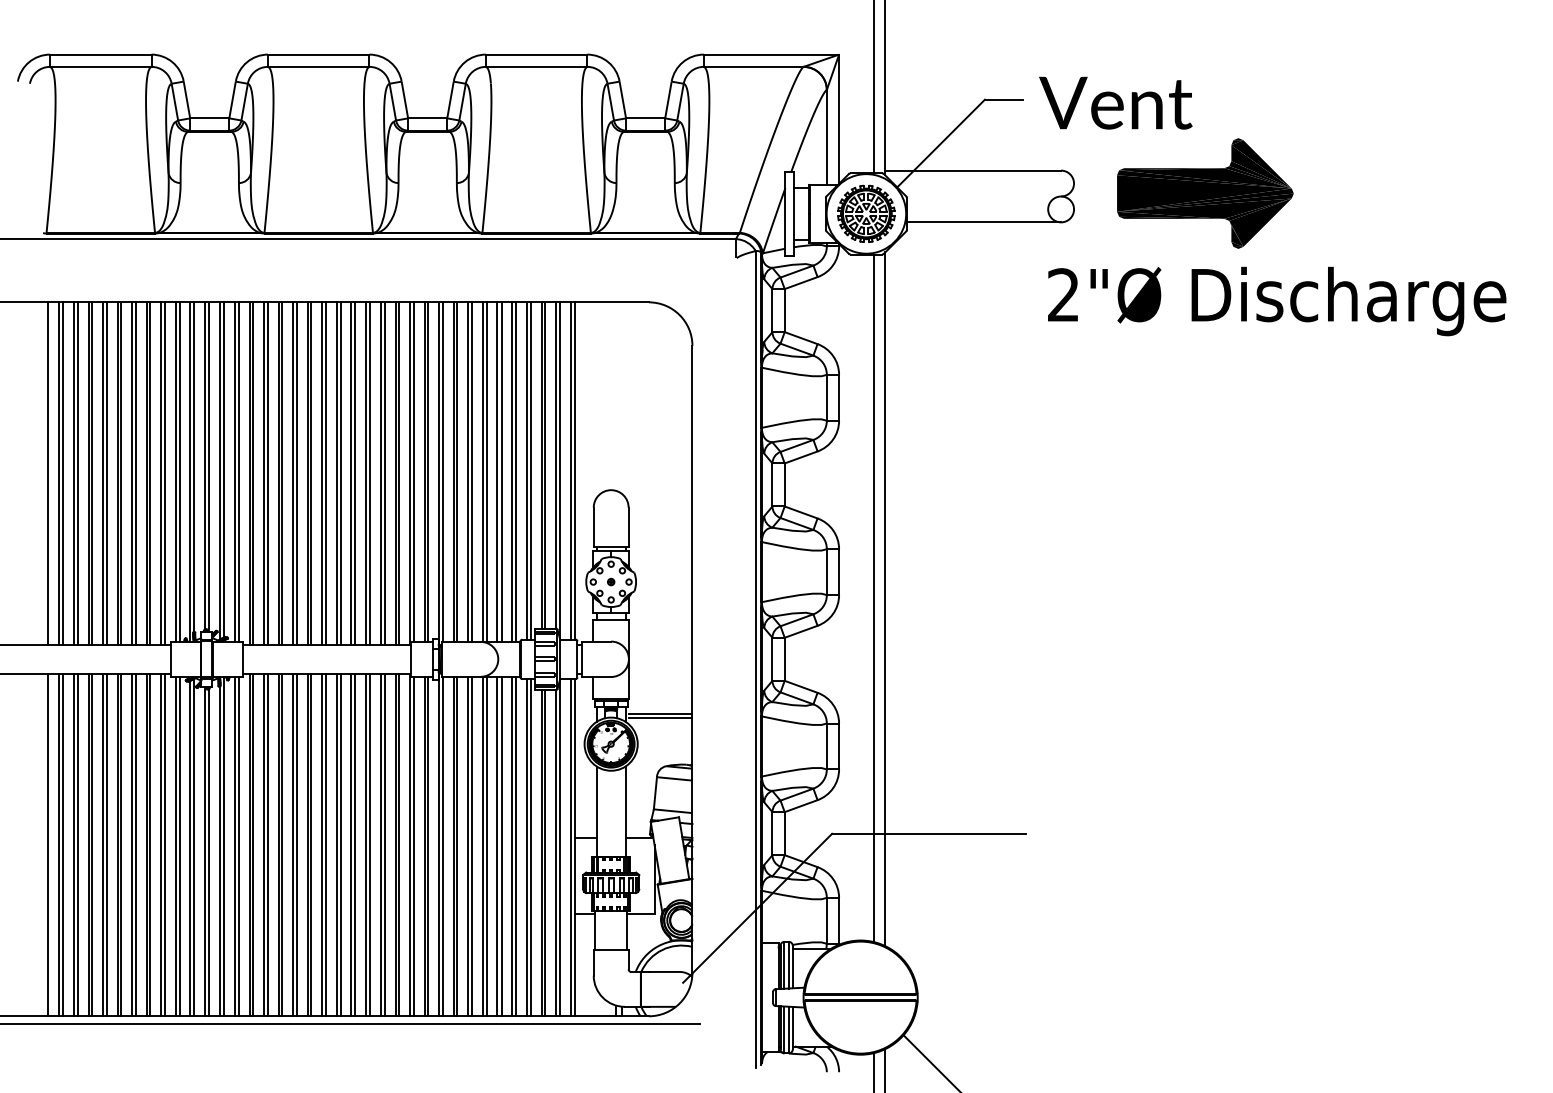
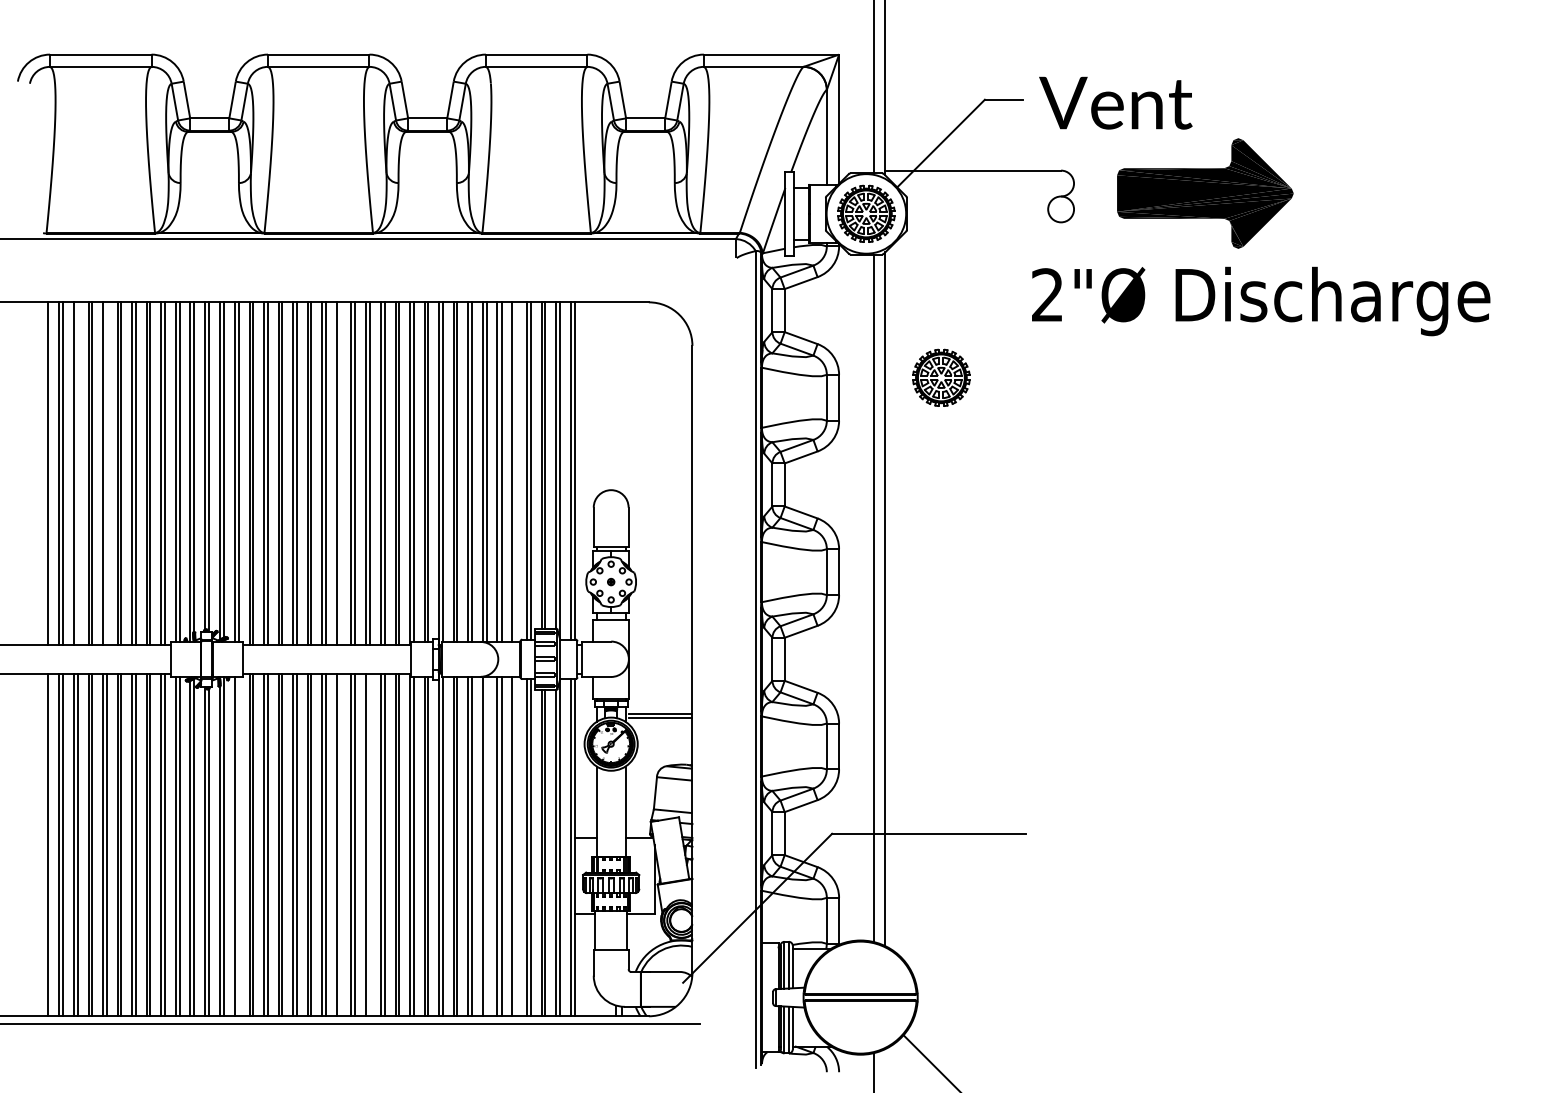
line at (984, 222): present -> none
text at (1277, 301) position: (1277, 301) -> (1261, 301)
part at (941, 377): none -> present
line at (515, 471): present -> none
line at (77, 473): present -> none
line at (106, 473): present -> none
line at (340, 473): present -> none
line at (340, 844): present -> none
line at (369, 844): present -> none
line at (238, 846): present -> none
line at (486, 846): present -> none
line at (515, 846): present -> none
line at (885, 1069): present -> none
